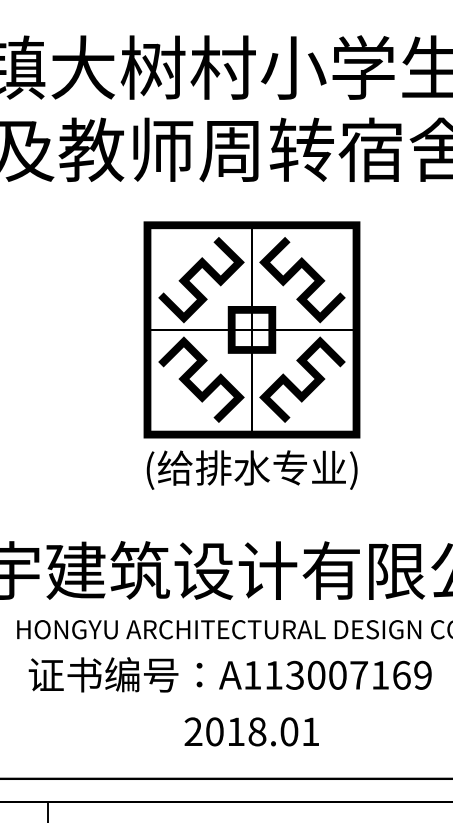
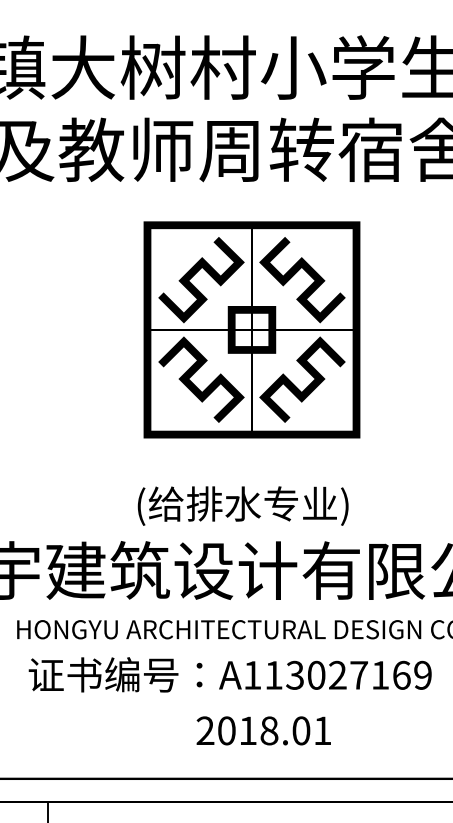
text at (251, 469) position: (251, 469) -> (242, 505)
text at (337, 674): A113007169 -> A113027169
text at (251, 731) position: (251, 731) -> (263, 730)
